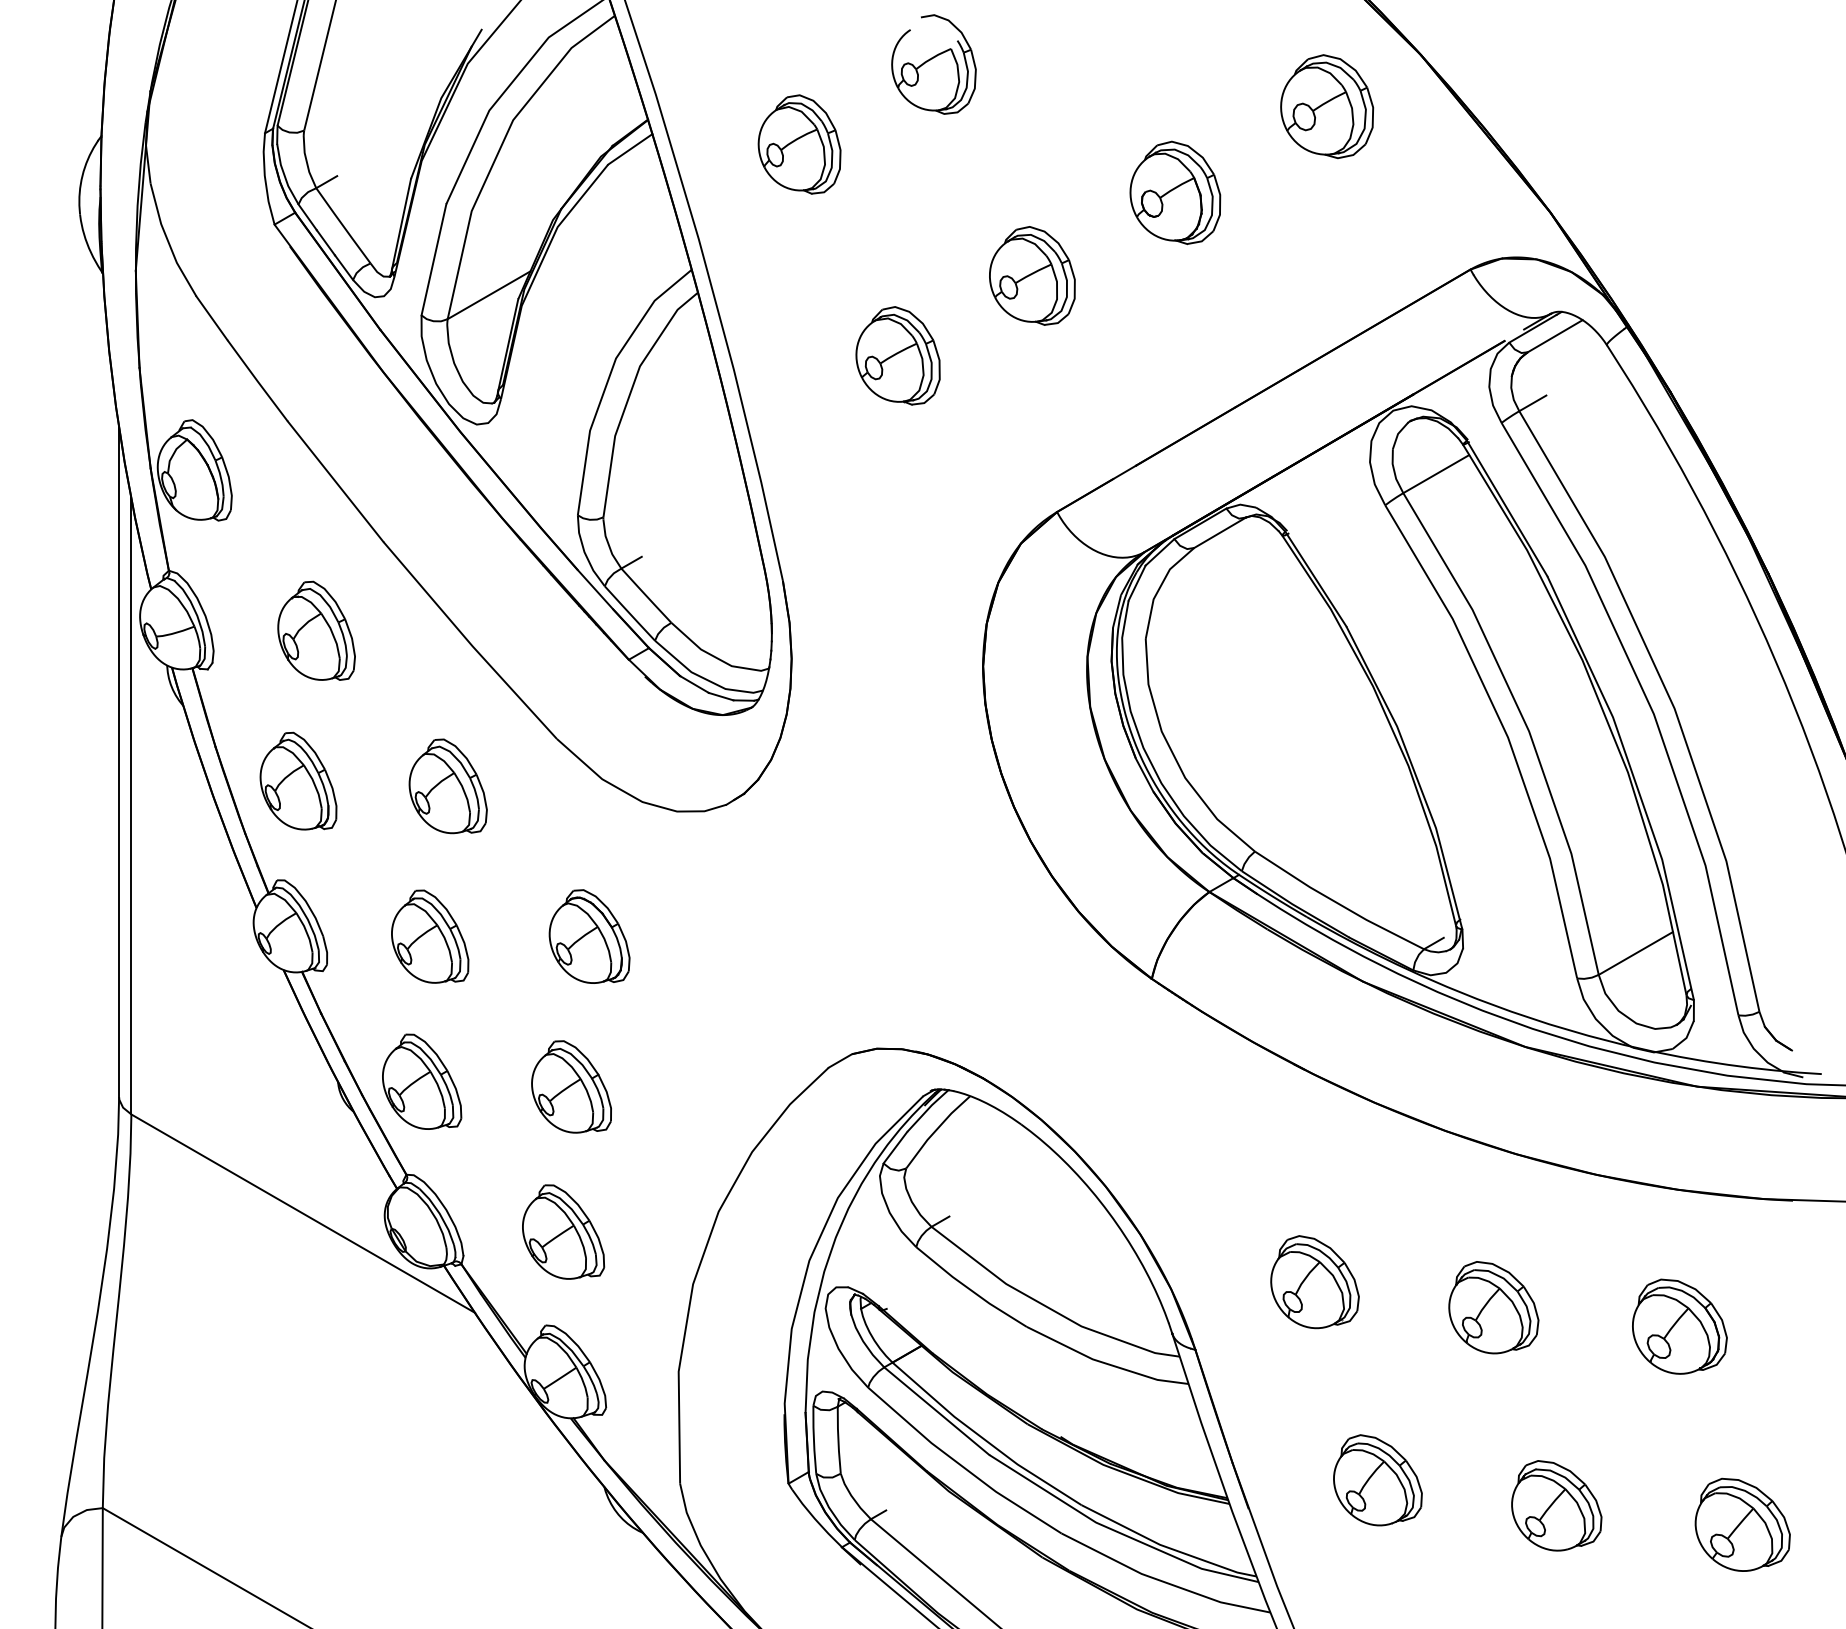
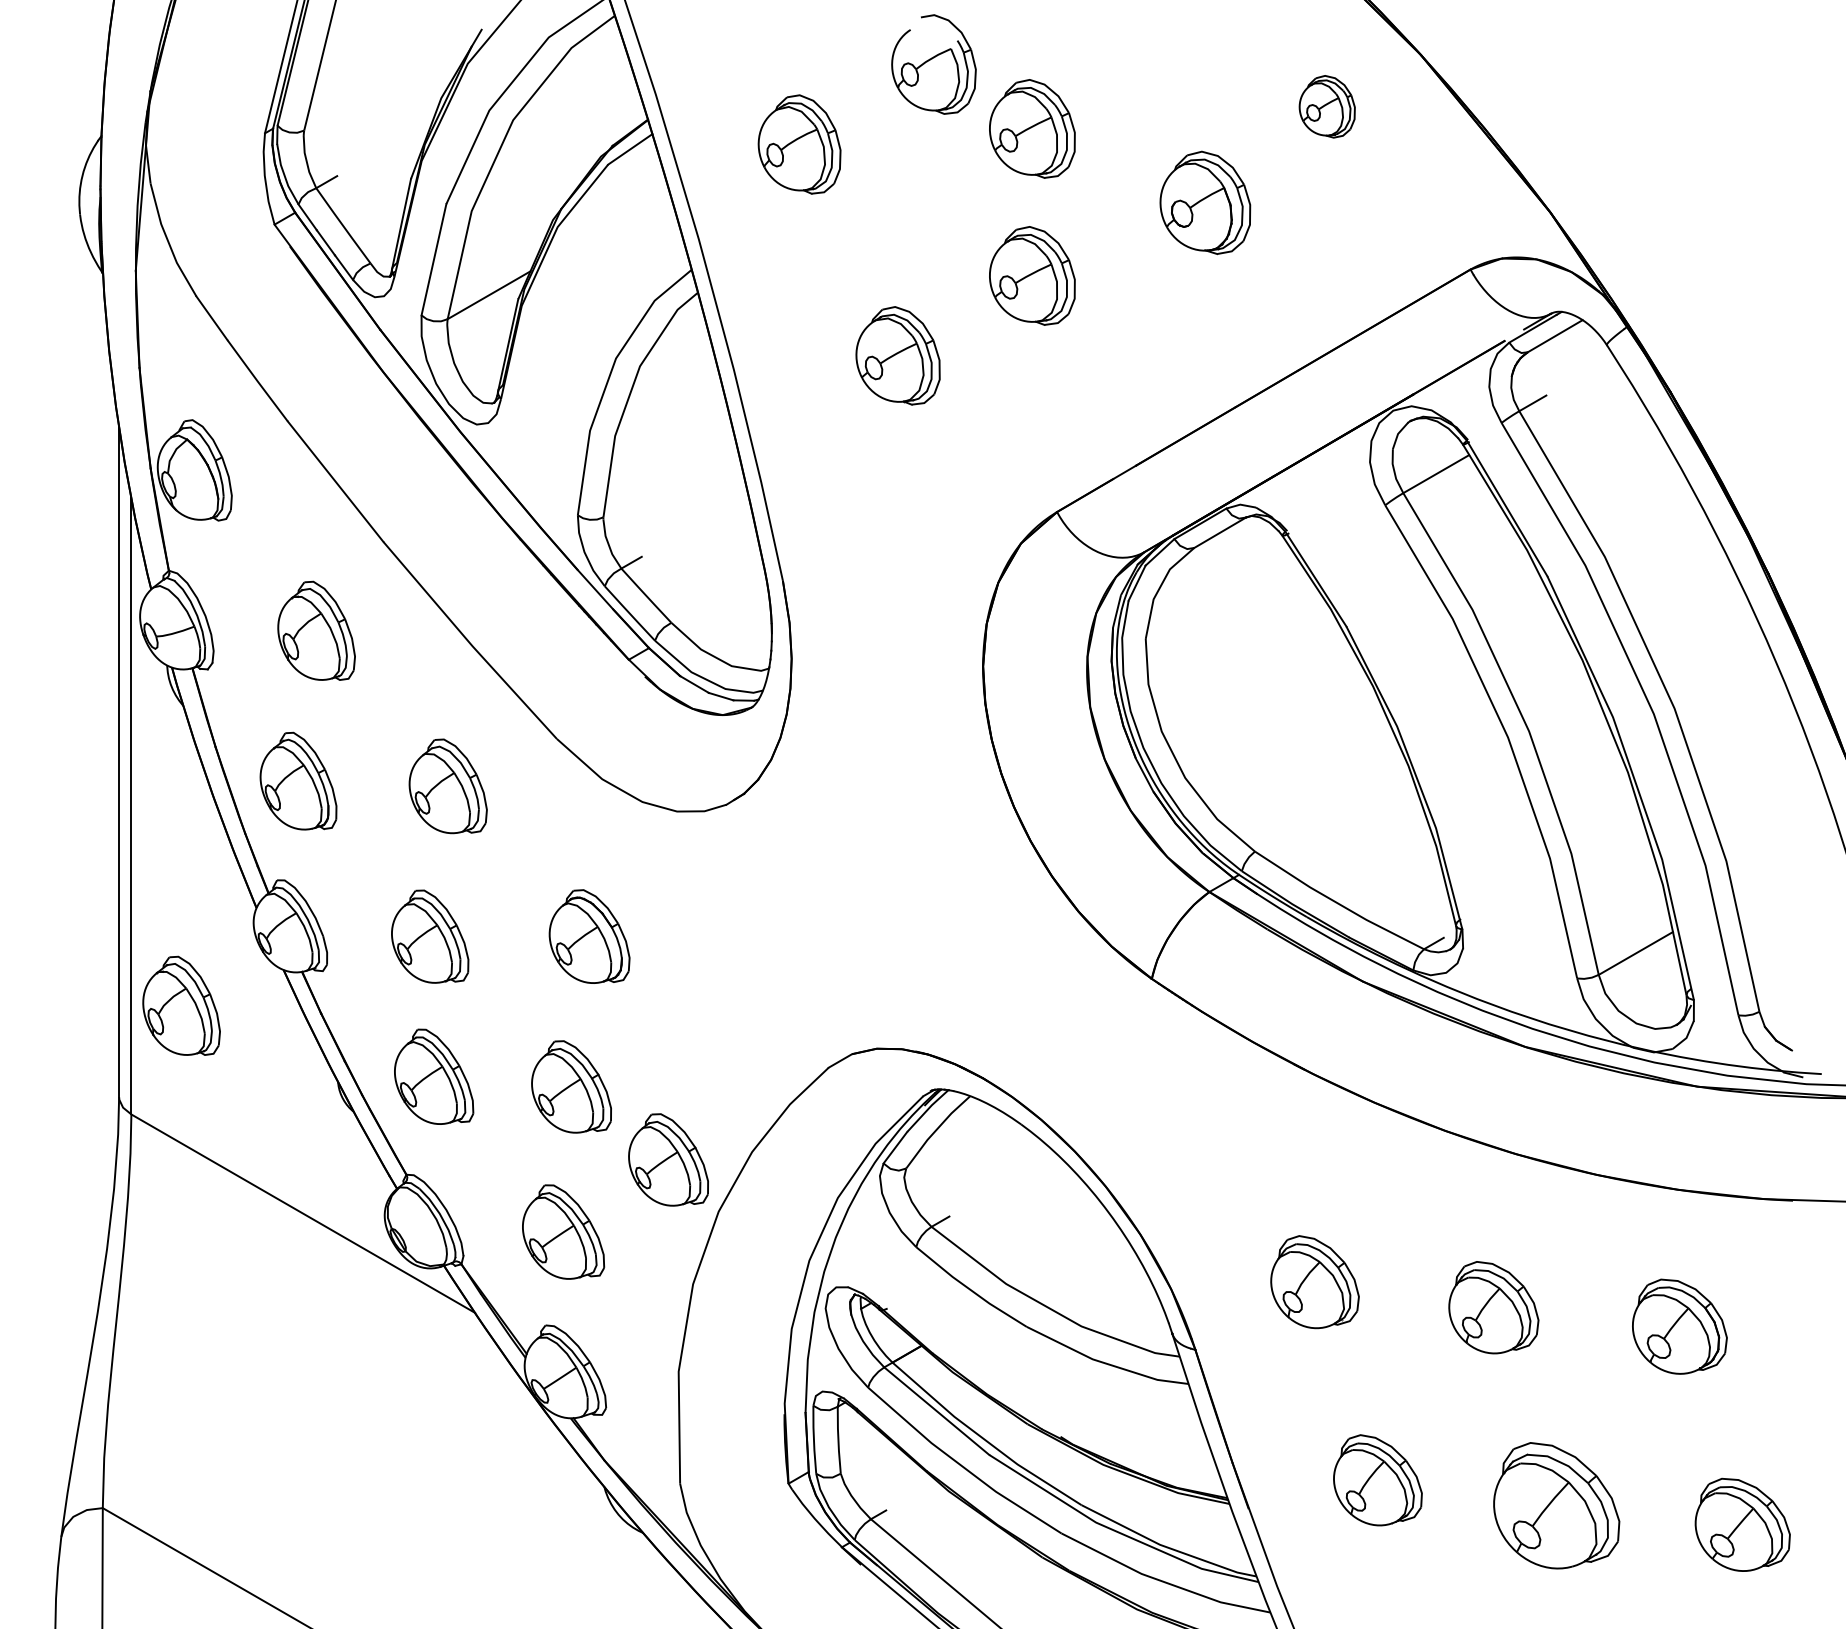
part at (1327, 106) size: 95x106 px -> 58x64 px
part at (1032, 128): none -> present
part at (1175, 192) position: (1175, 192) -> (1205, 202)
part at (181, 1005): none -> present
part at (422, 1081) position: (422, 1081) -> (434, 1076)
part at (668, 1159): none -> present
part at (1556, 1505) size: 92x92 px -> 128x128 px
